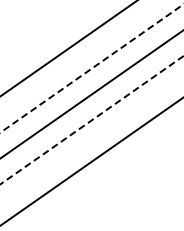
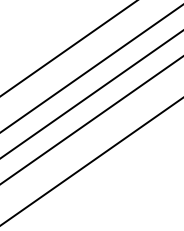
line at (91, 68): dashed -> solid
line at (91, 120): dashed -> solid
